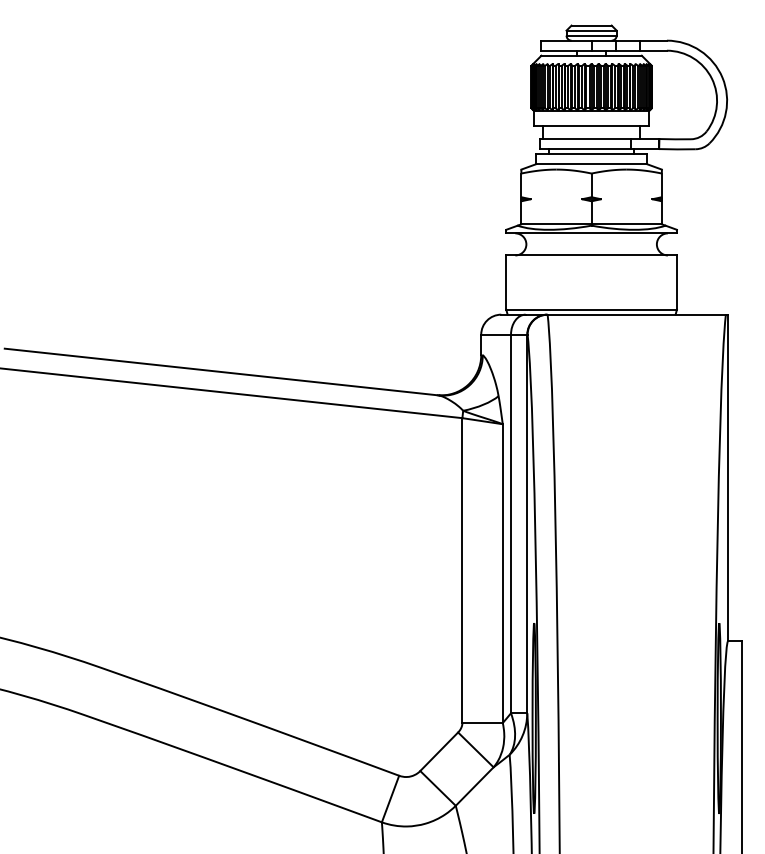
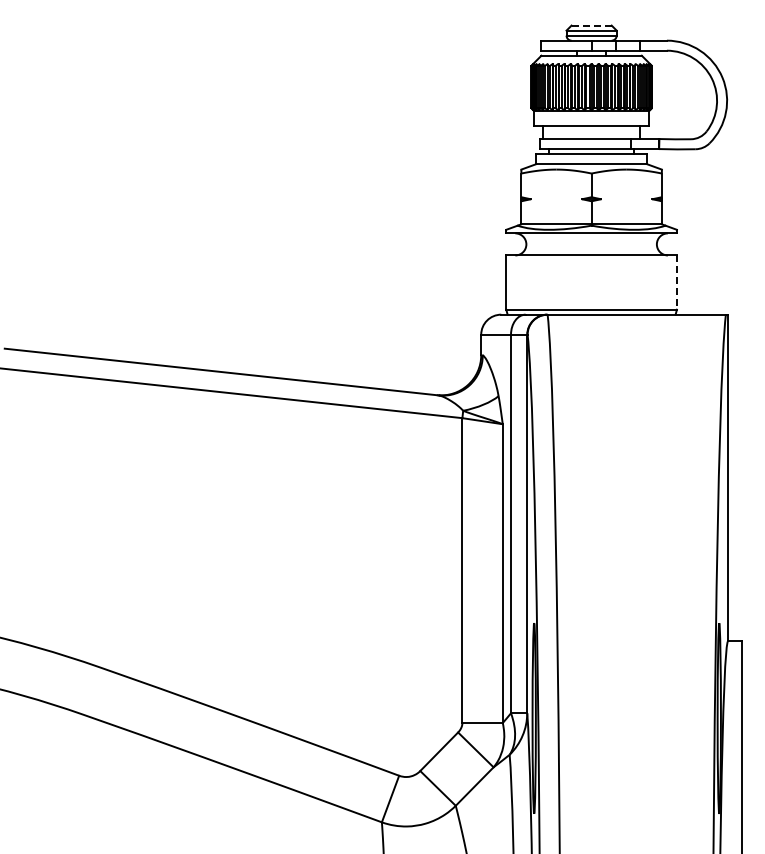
line at (592, 25): solid -> dashed
line at (676, 283): solid -> dashed
